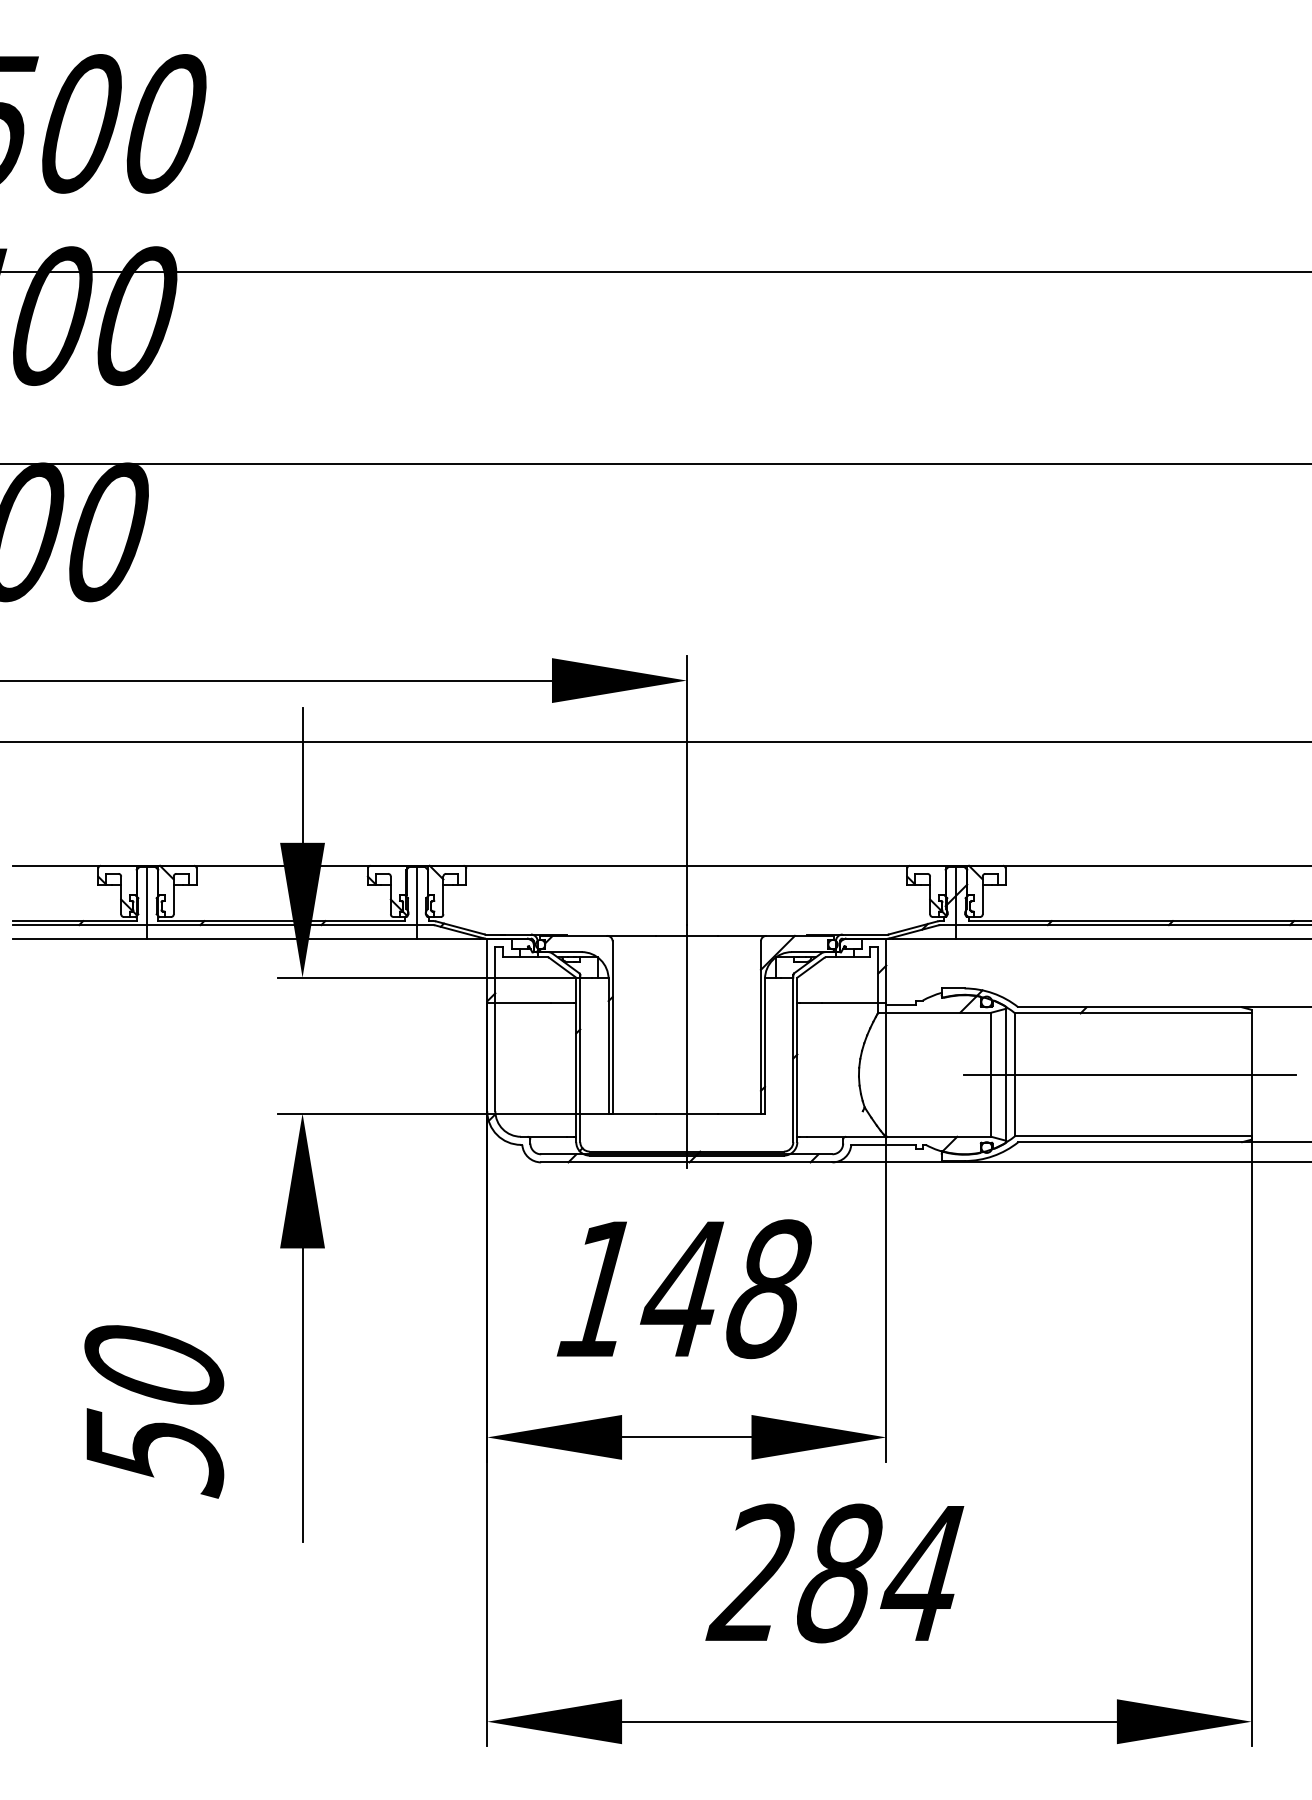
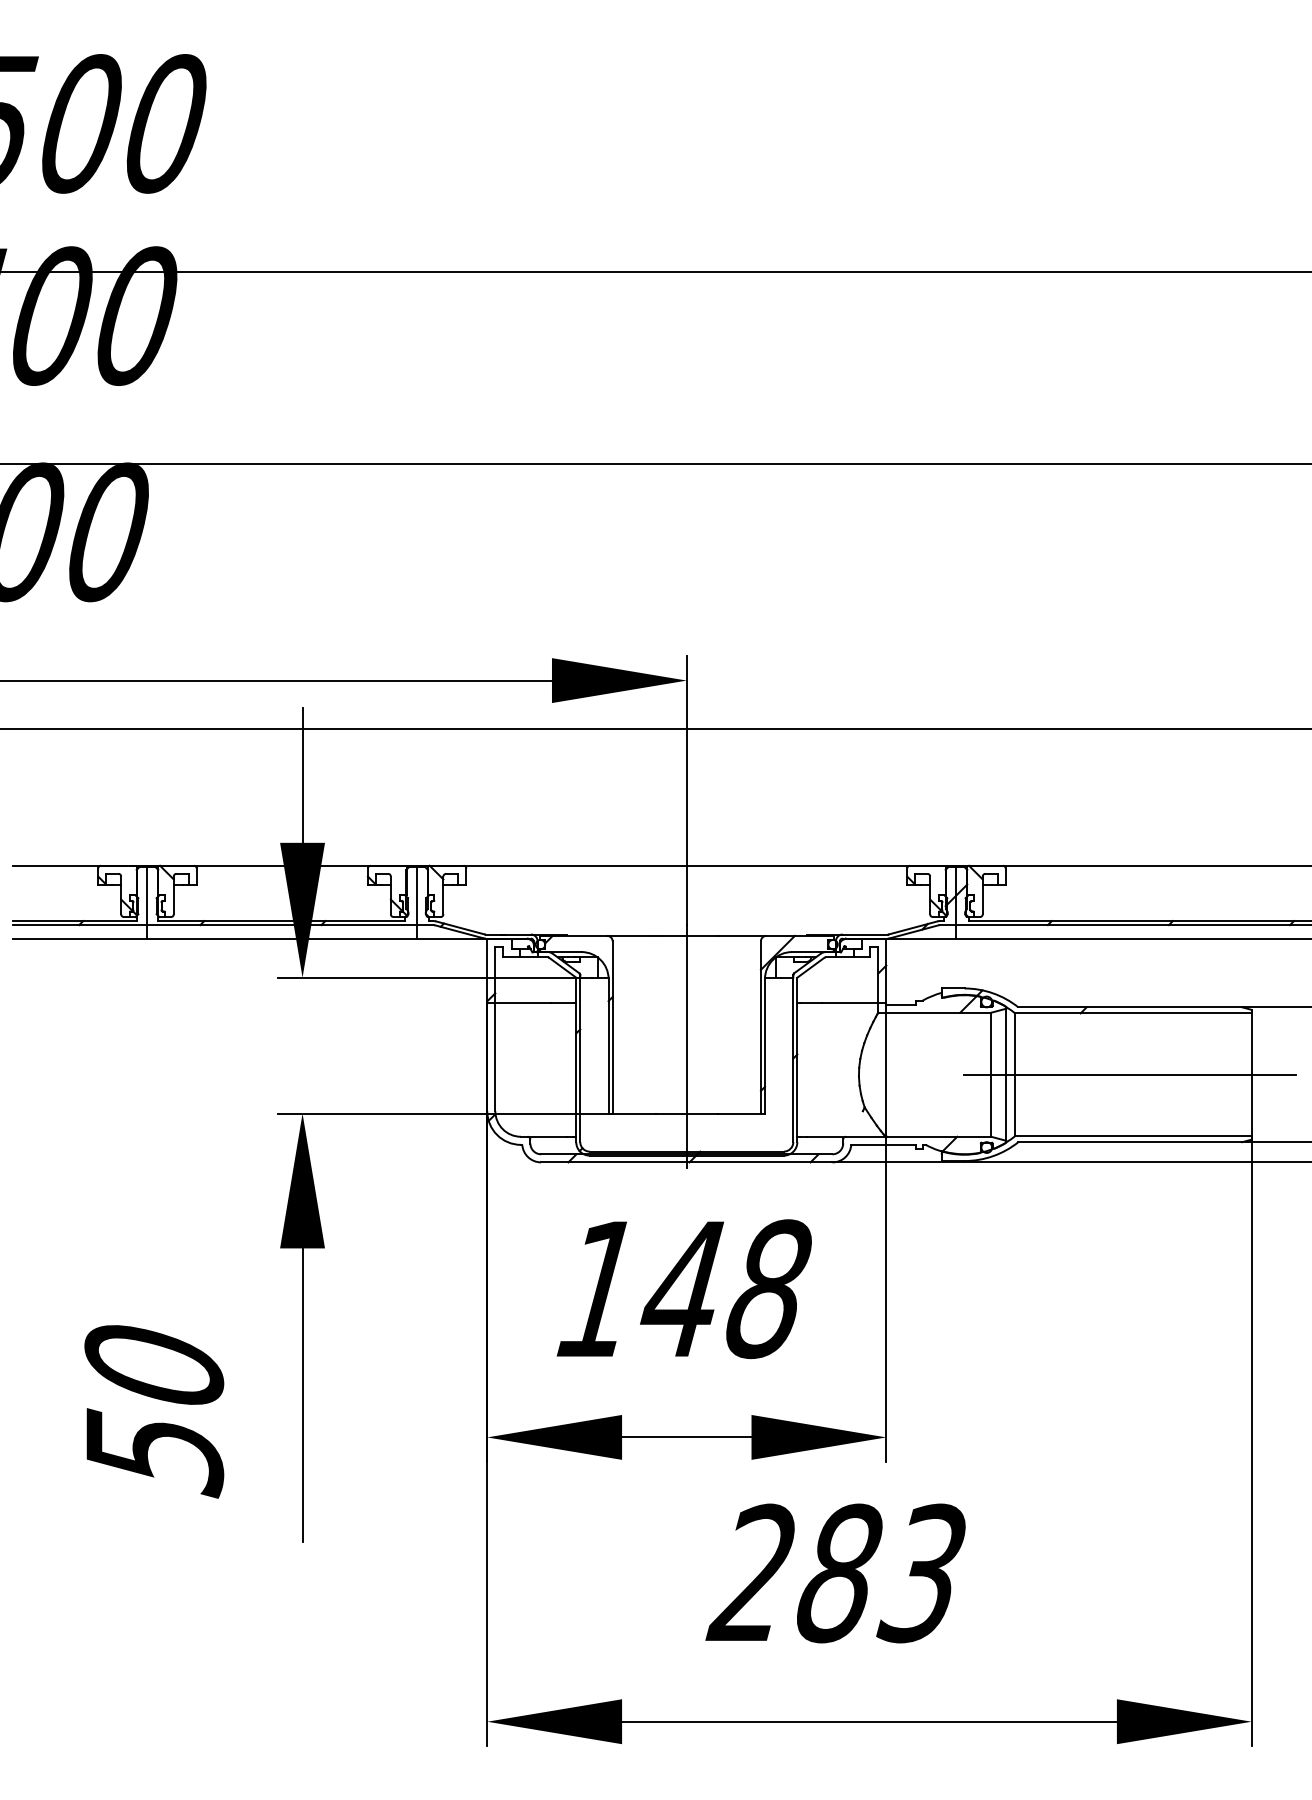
line at (655, 741) position: (655, 741) -> (655, 728)
text at (920, 1573): 284 -> 283
